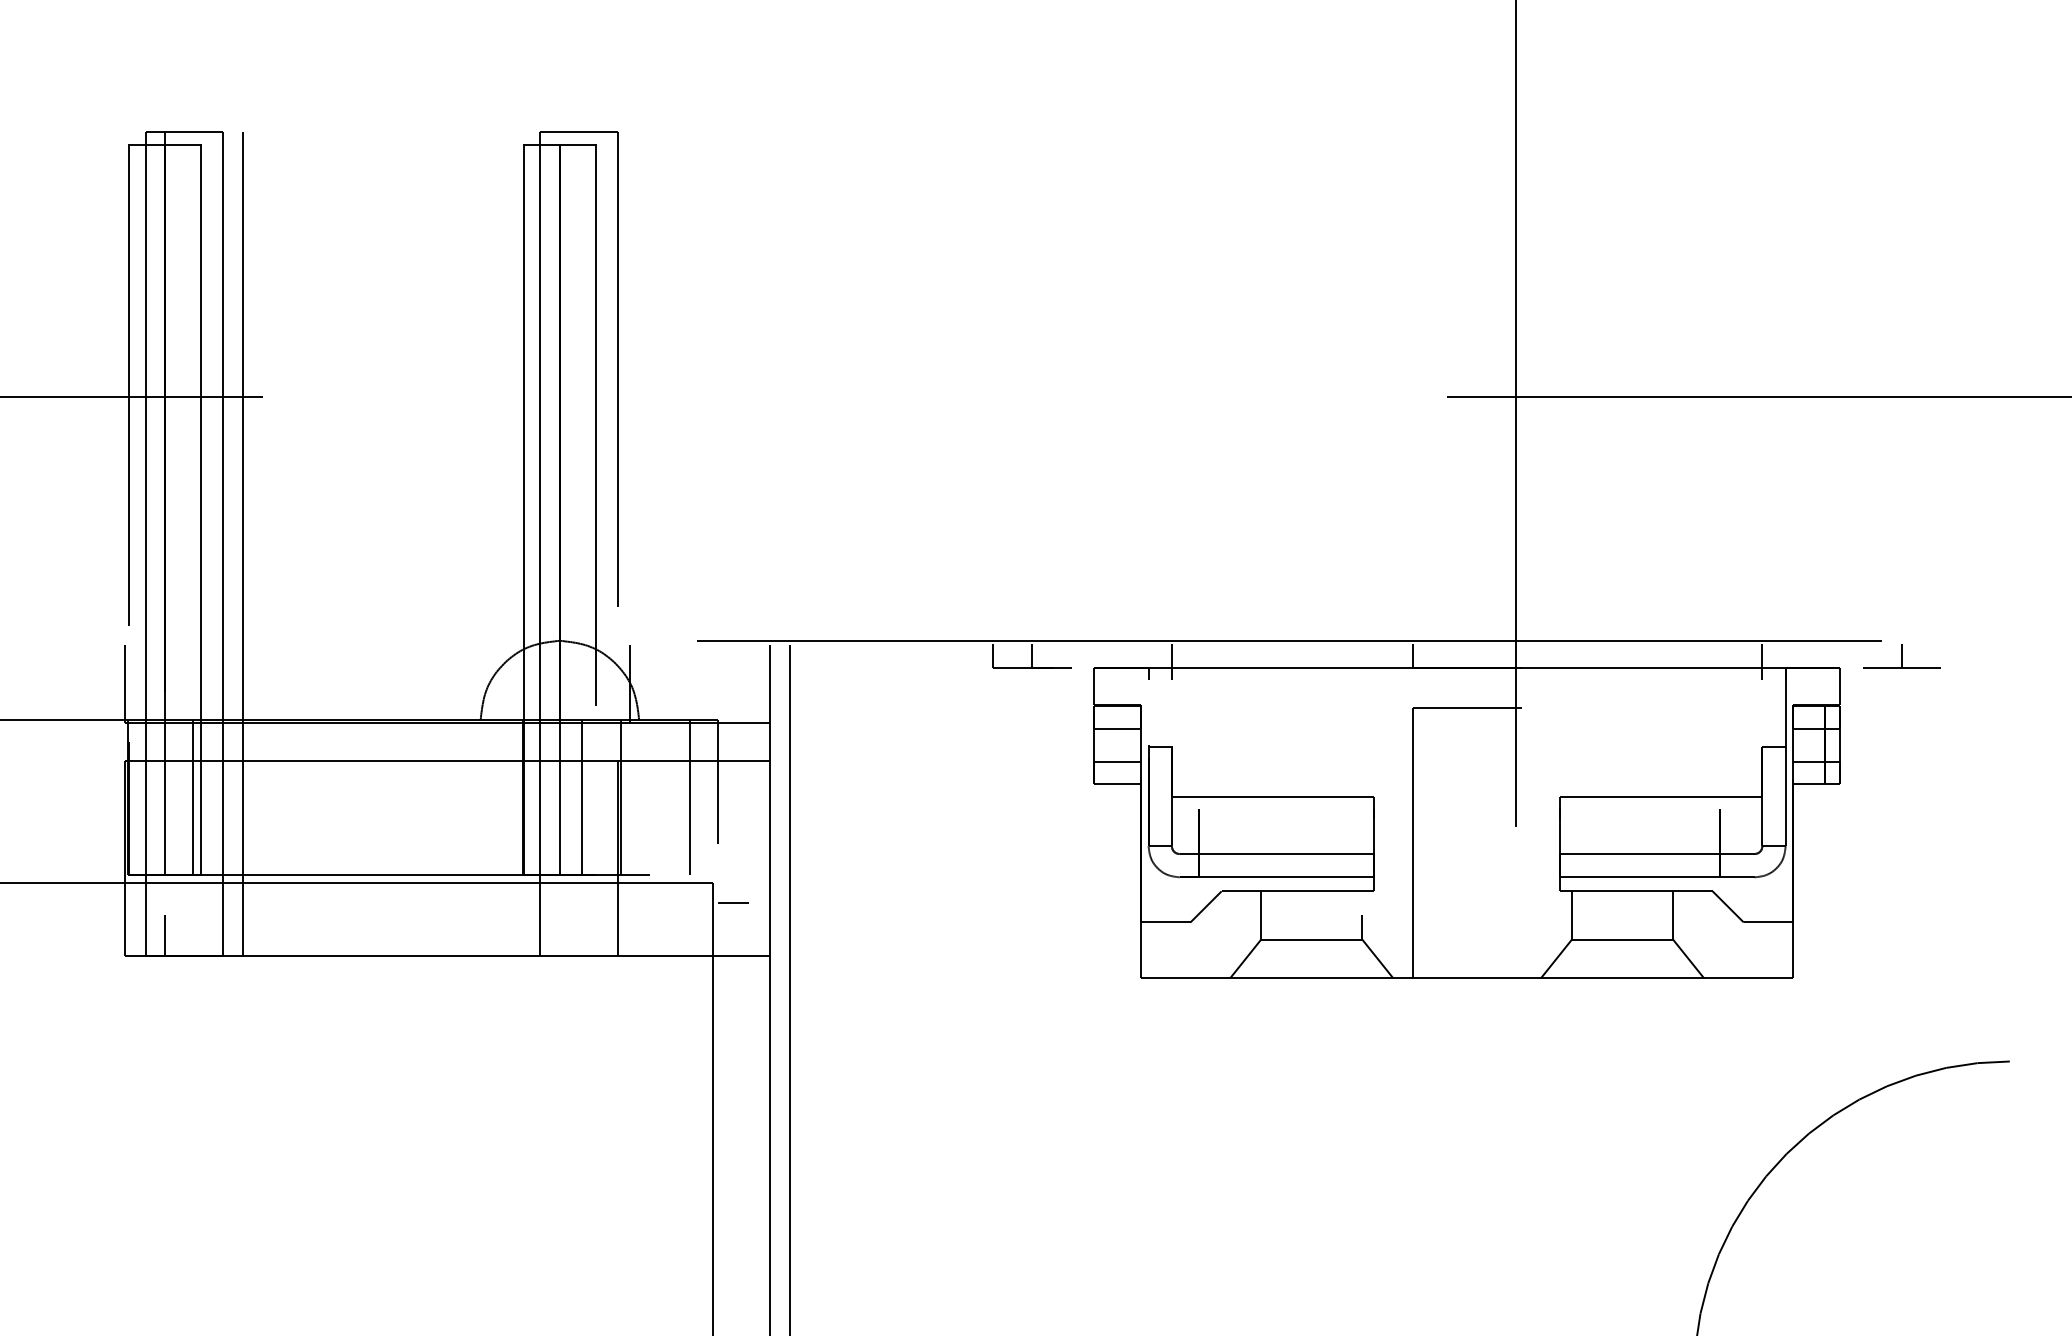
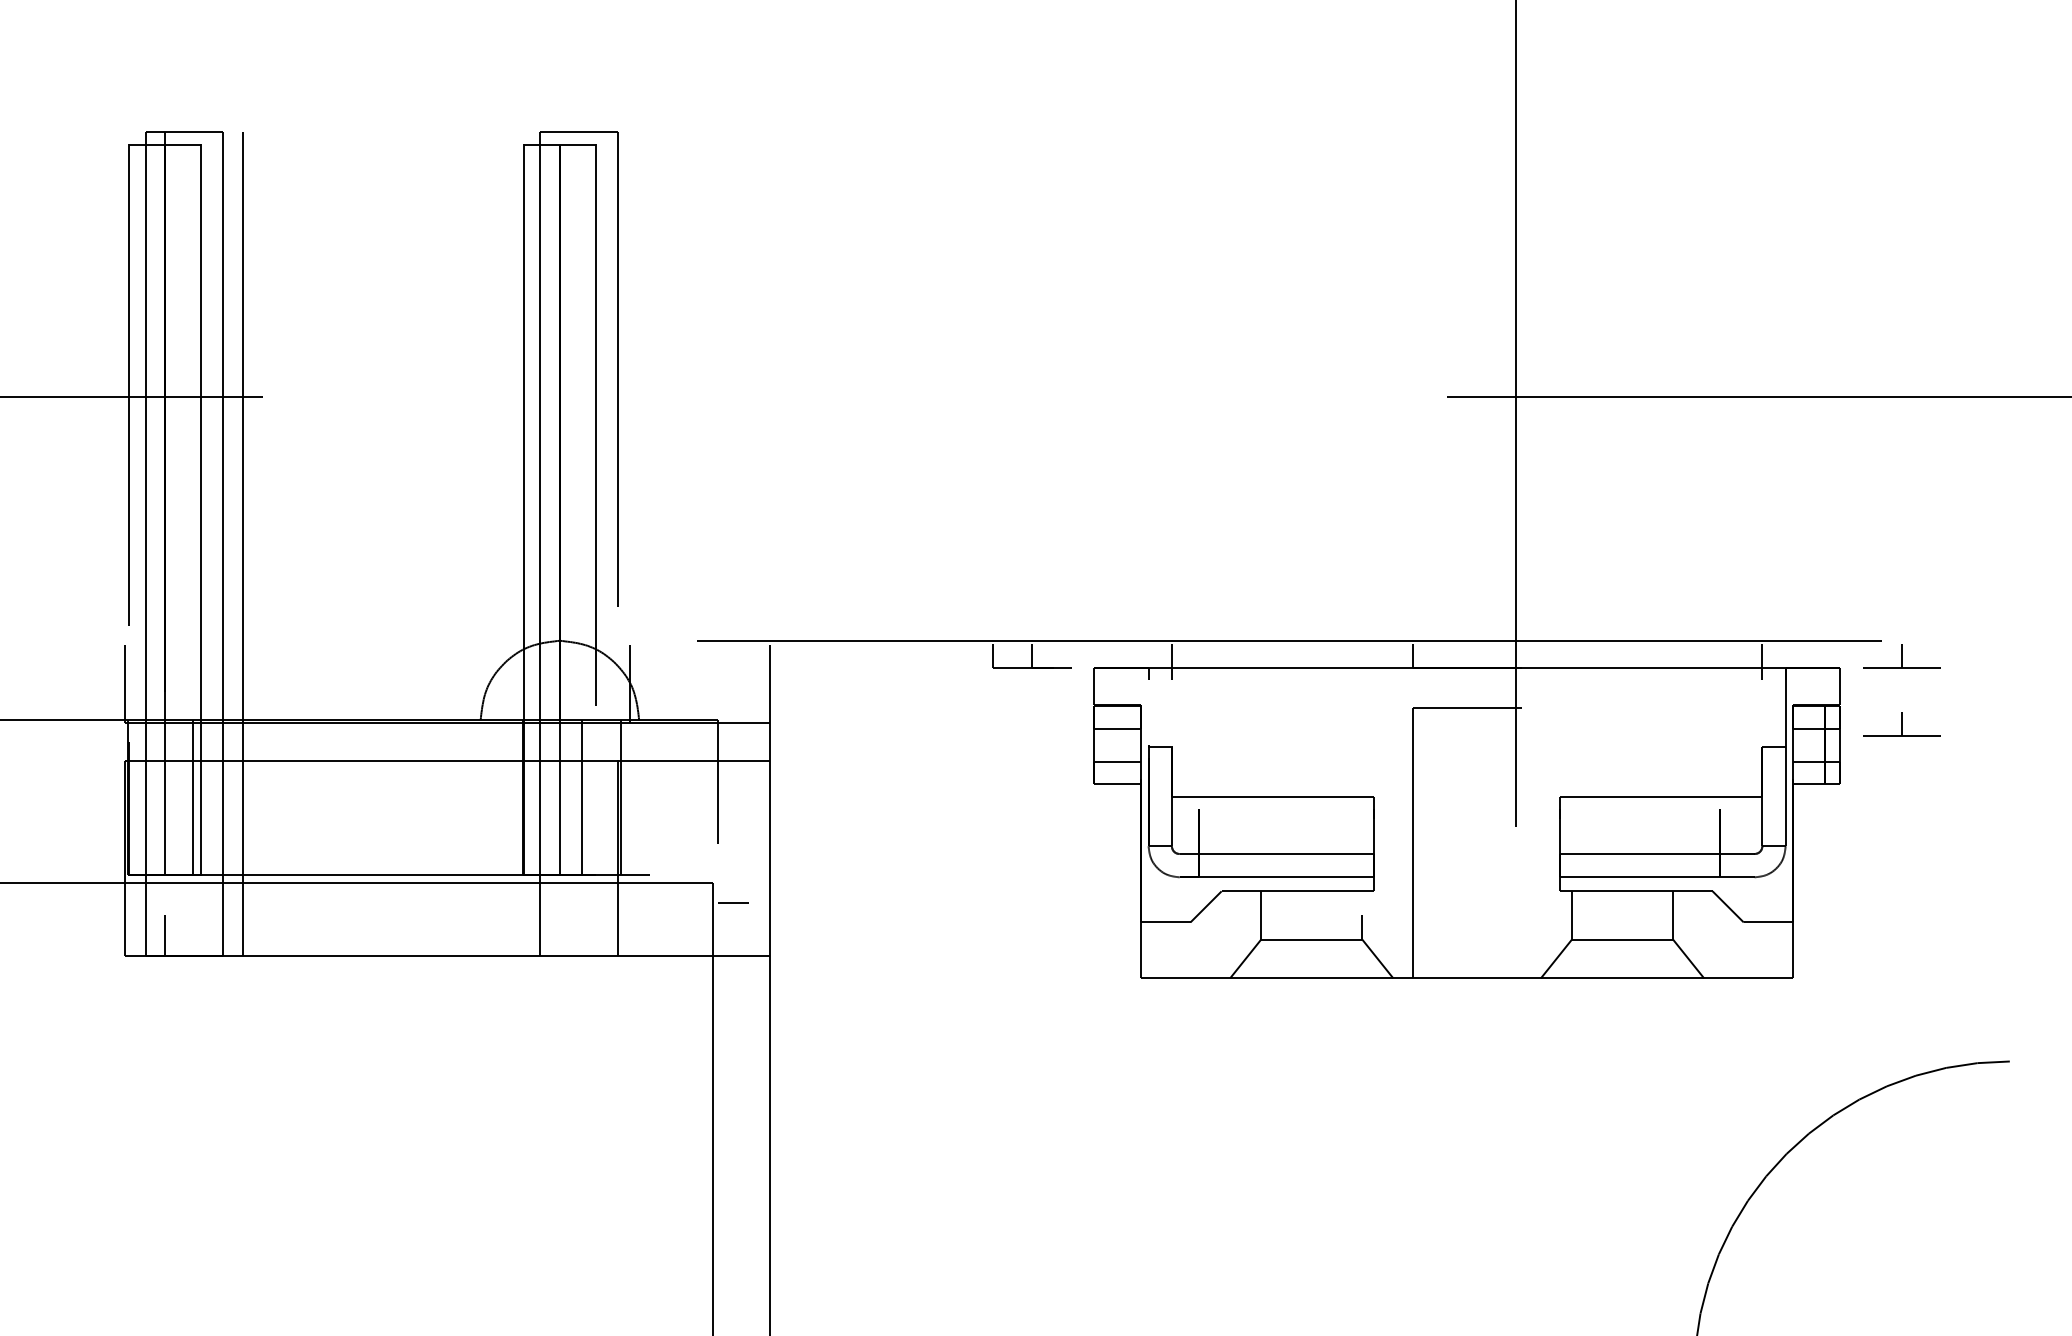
part at (1901, 724): none -> present
line at (689, 797): present -> none
line at (789, 988): present -> none
